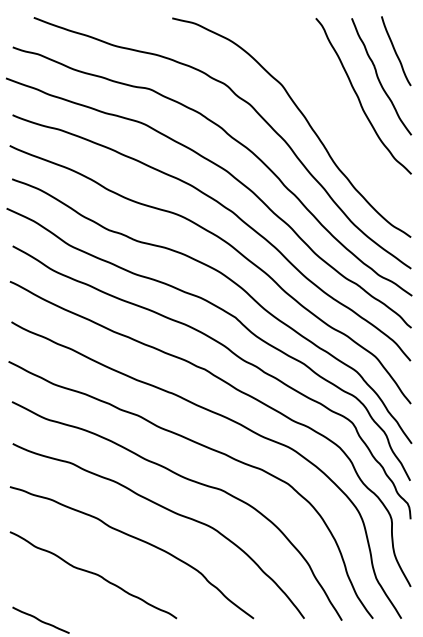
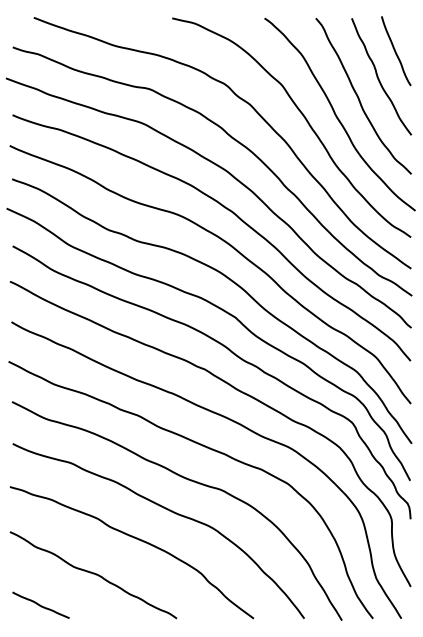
curve at (337, 116): none -> present
line at (40, 619) position: (40, 619) -> (40, 604)
